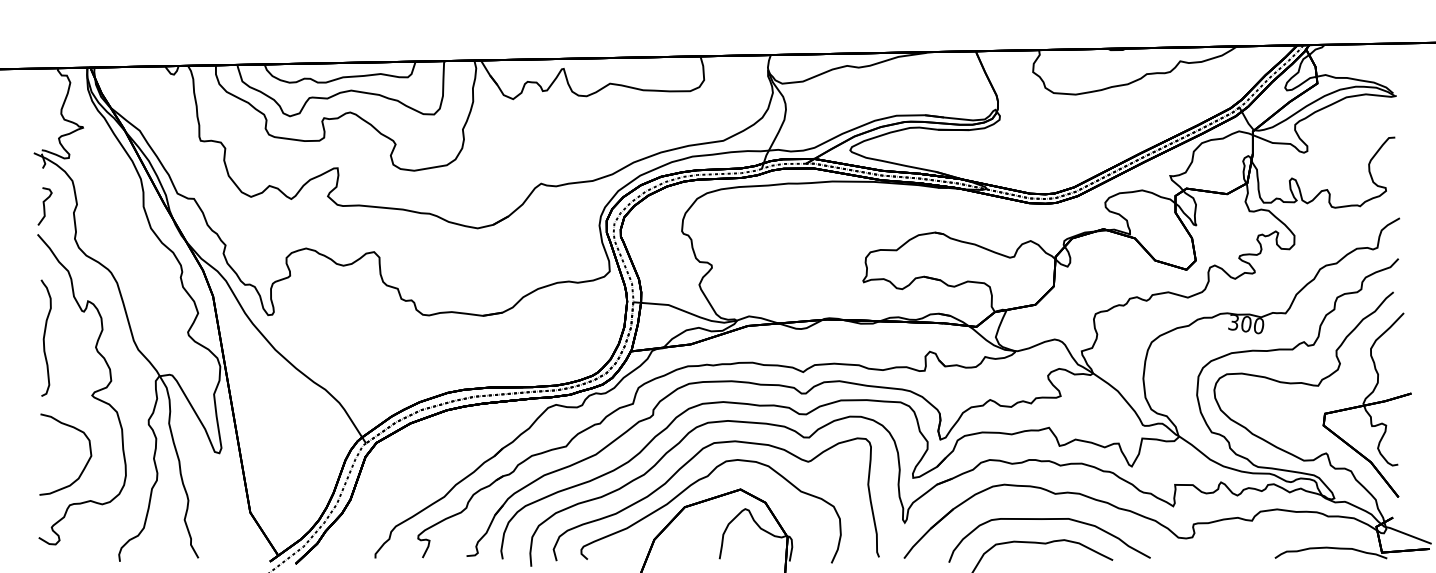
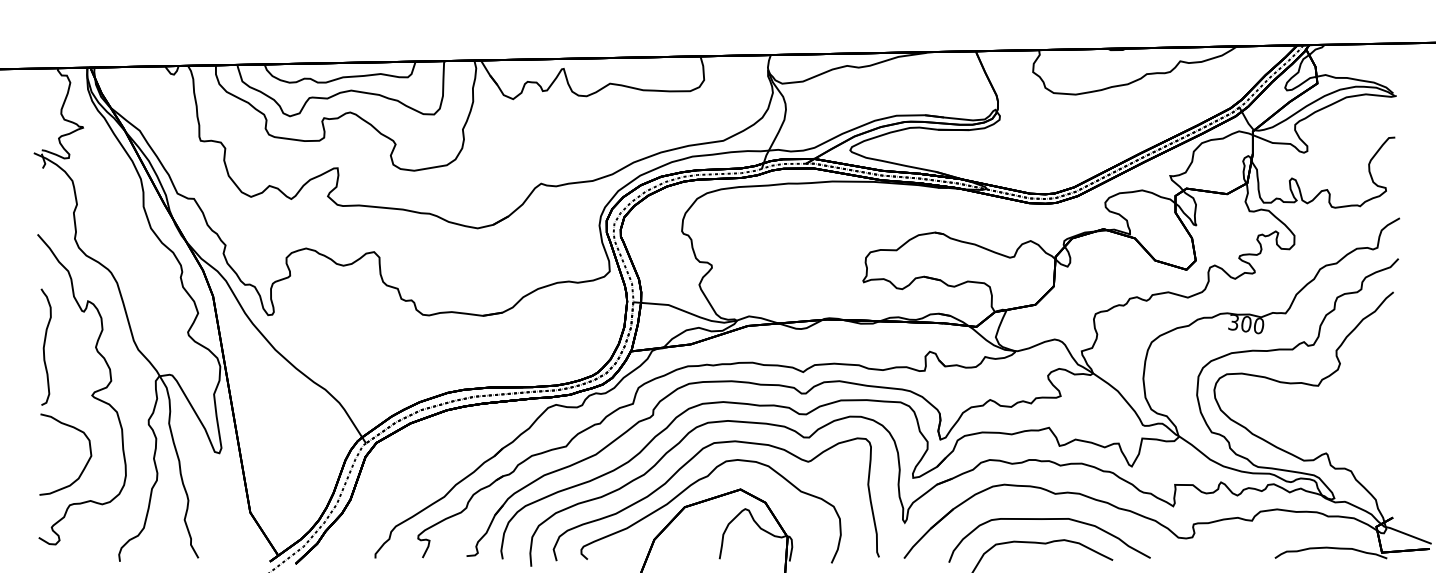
curve at (44, 206): present -> none
curve at (45, 336) position: (45, 336) -> (45, 345)
part at (1366, 404): present -> none
